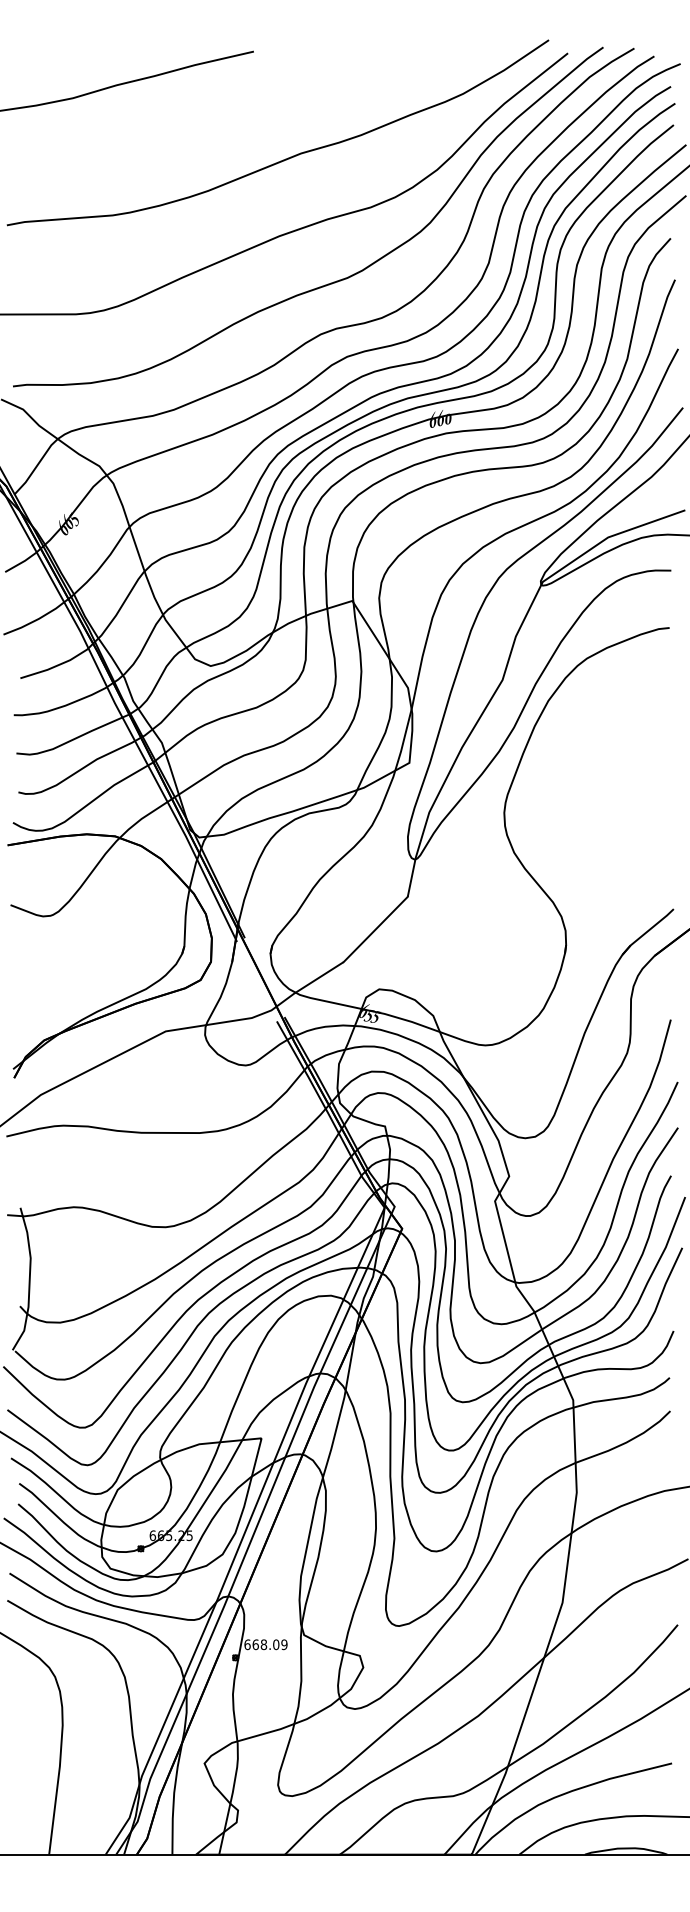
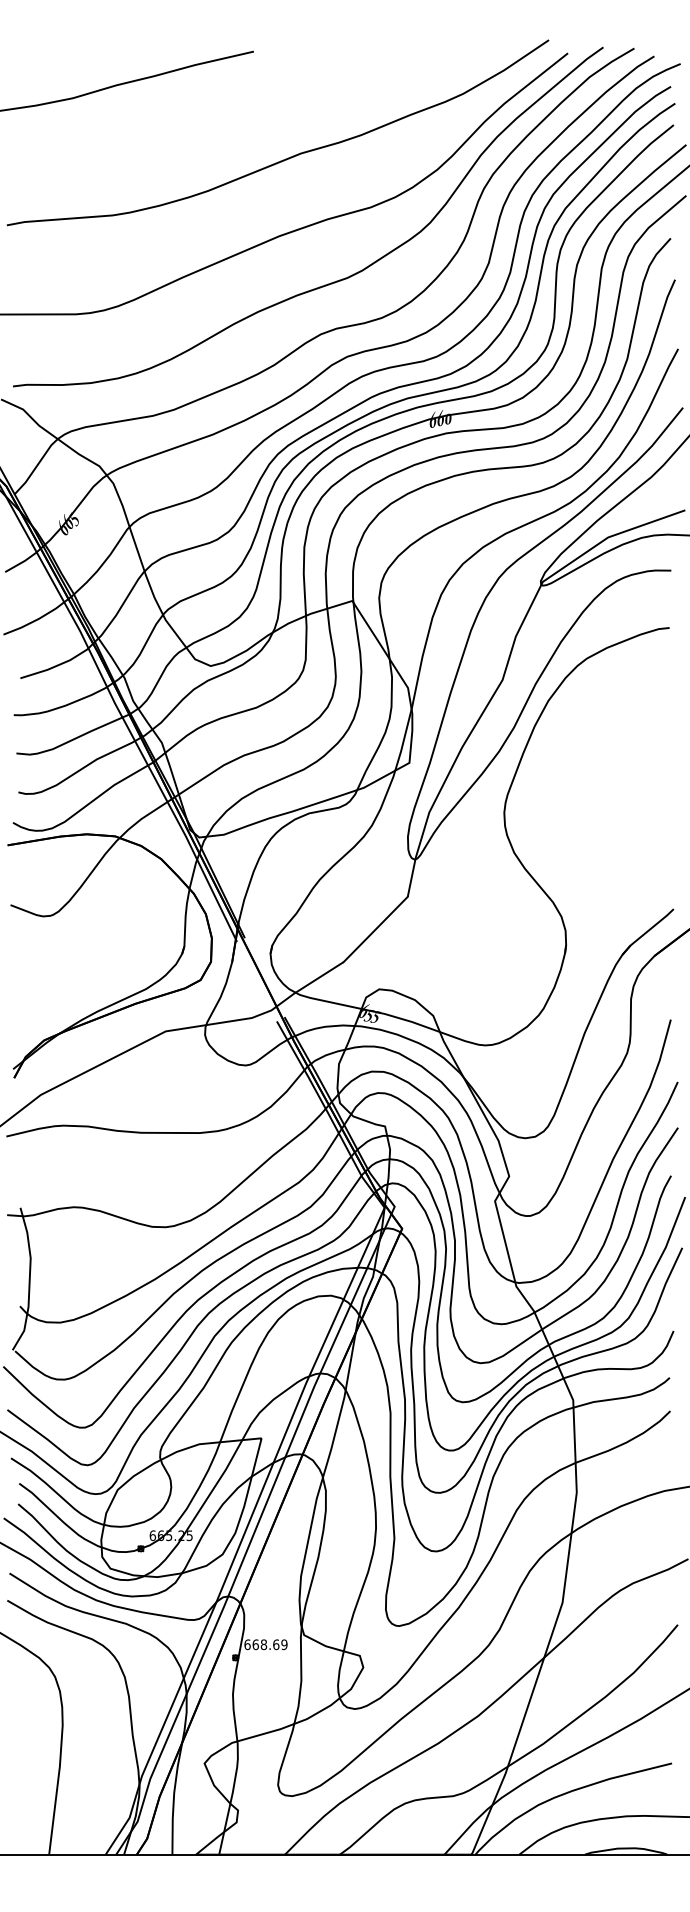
text at (276, 1644): 668.09 -> 668.69
